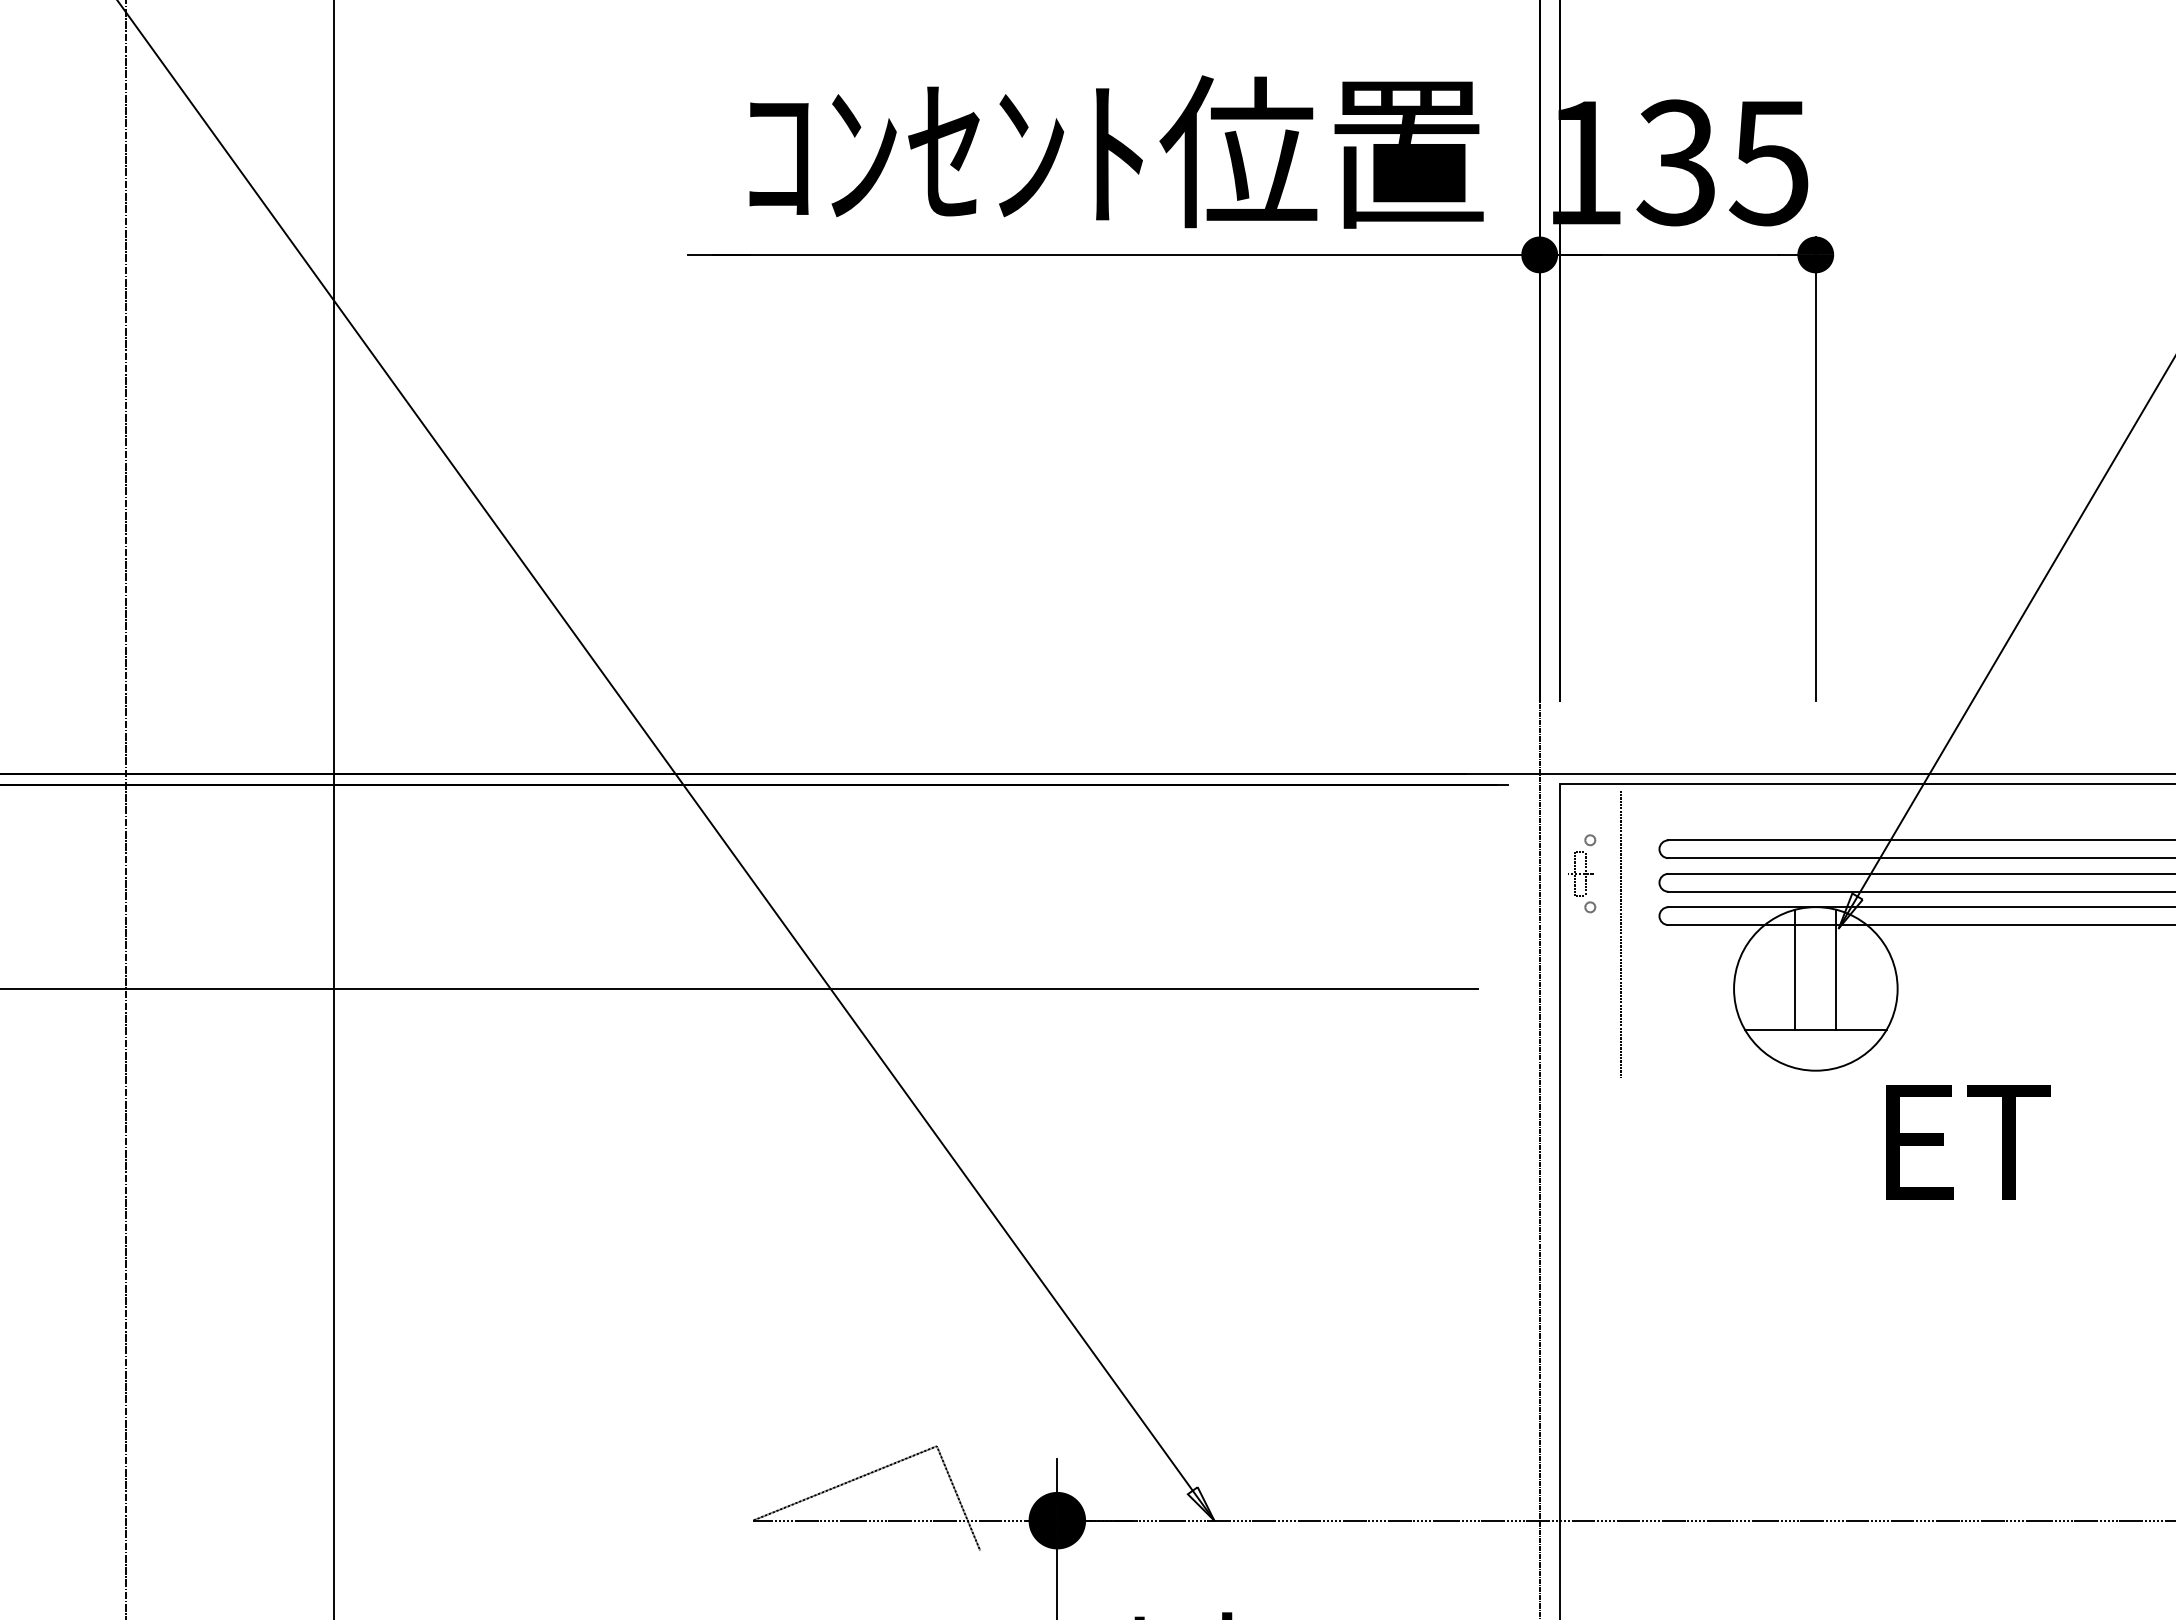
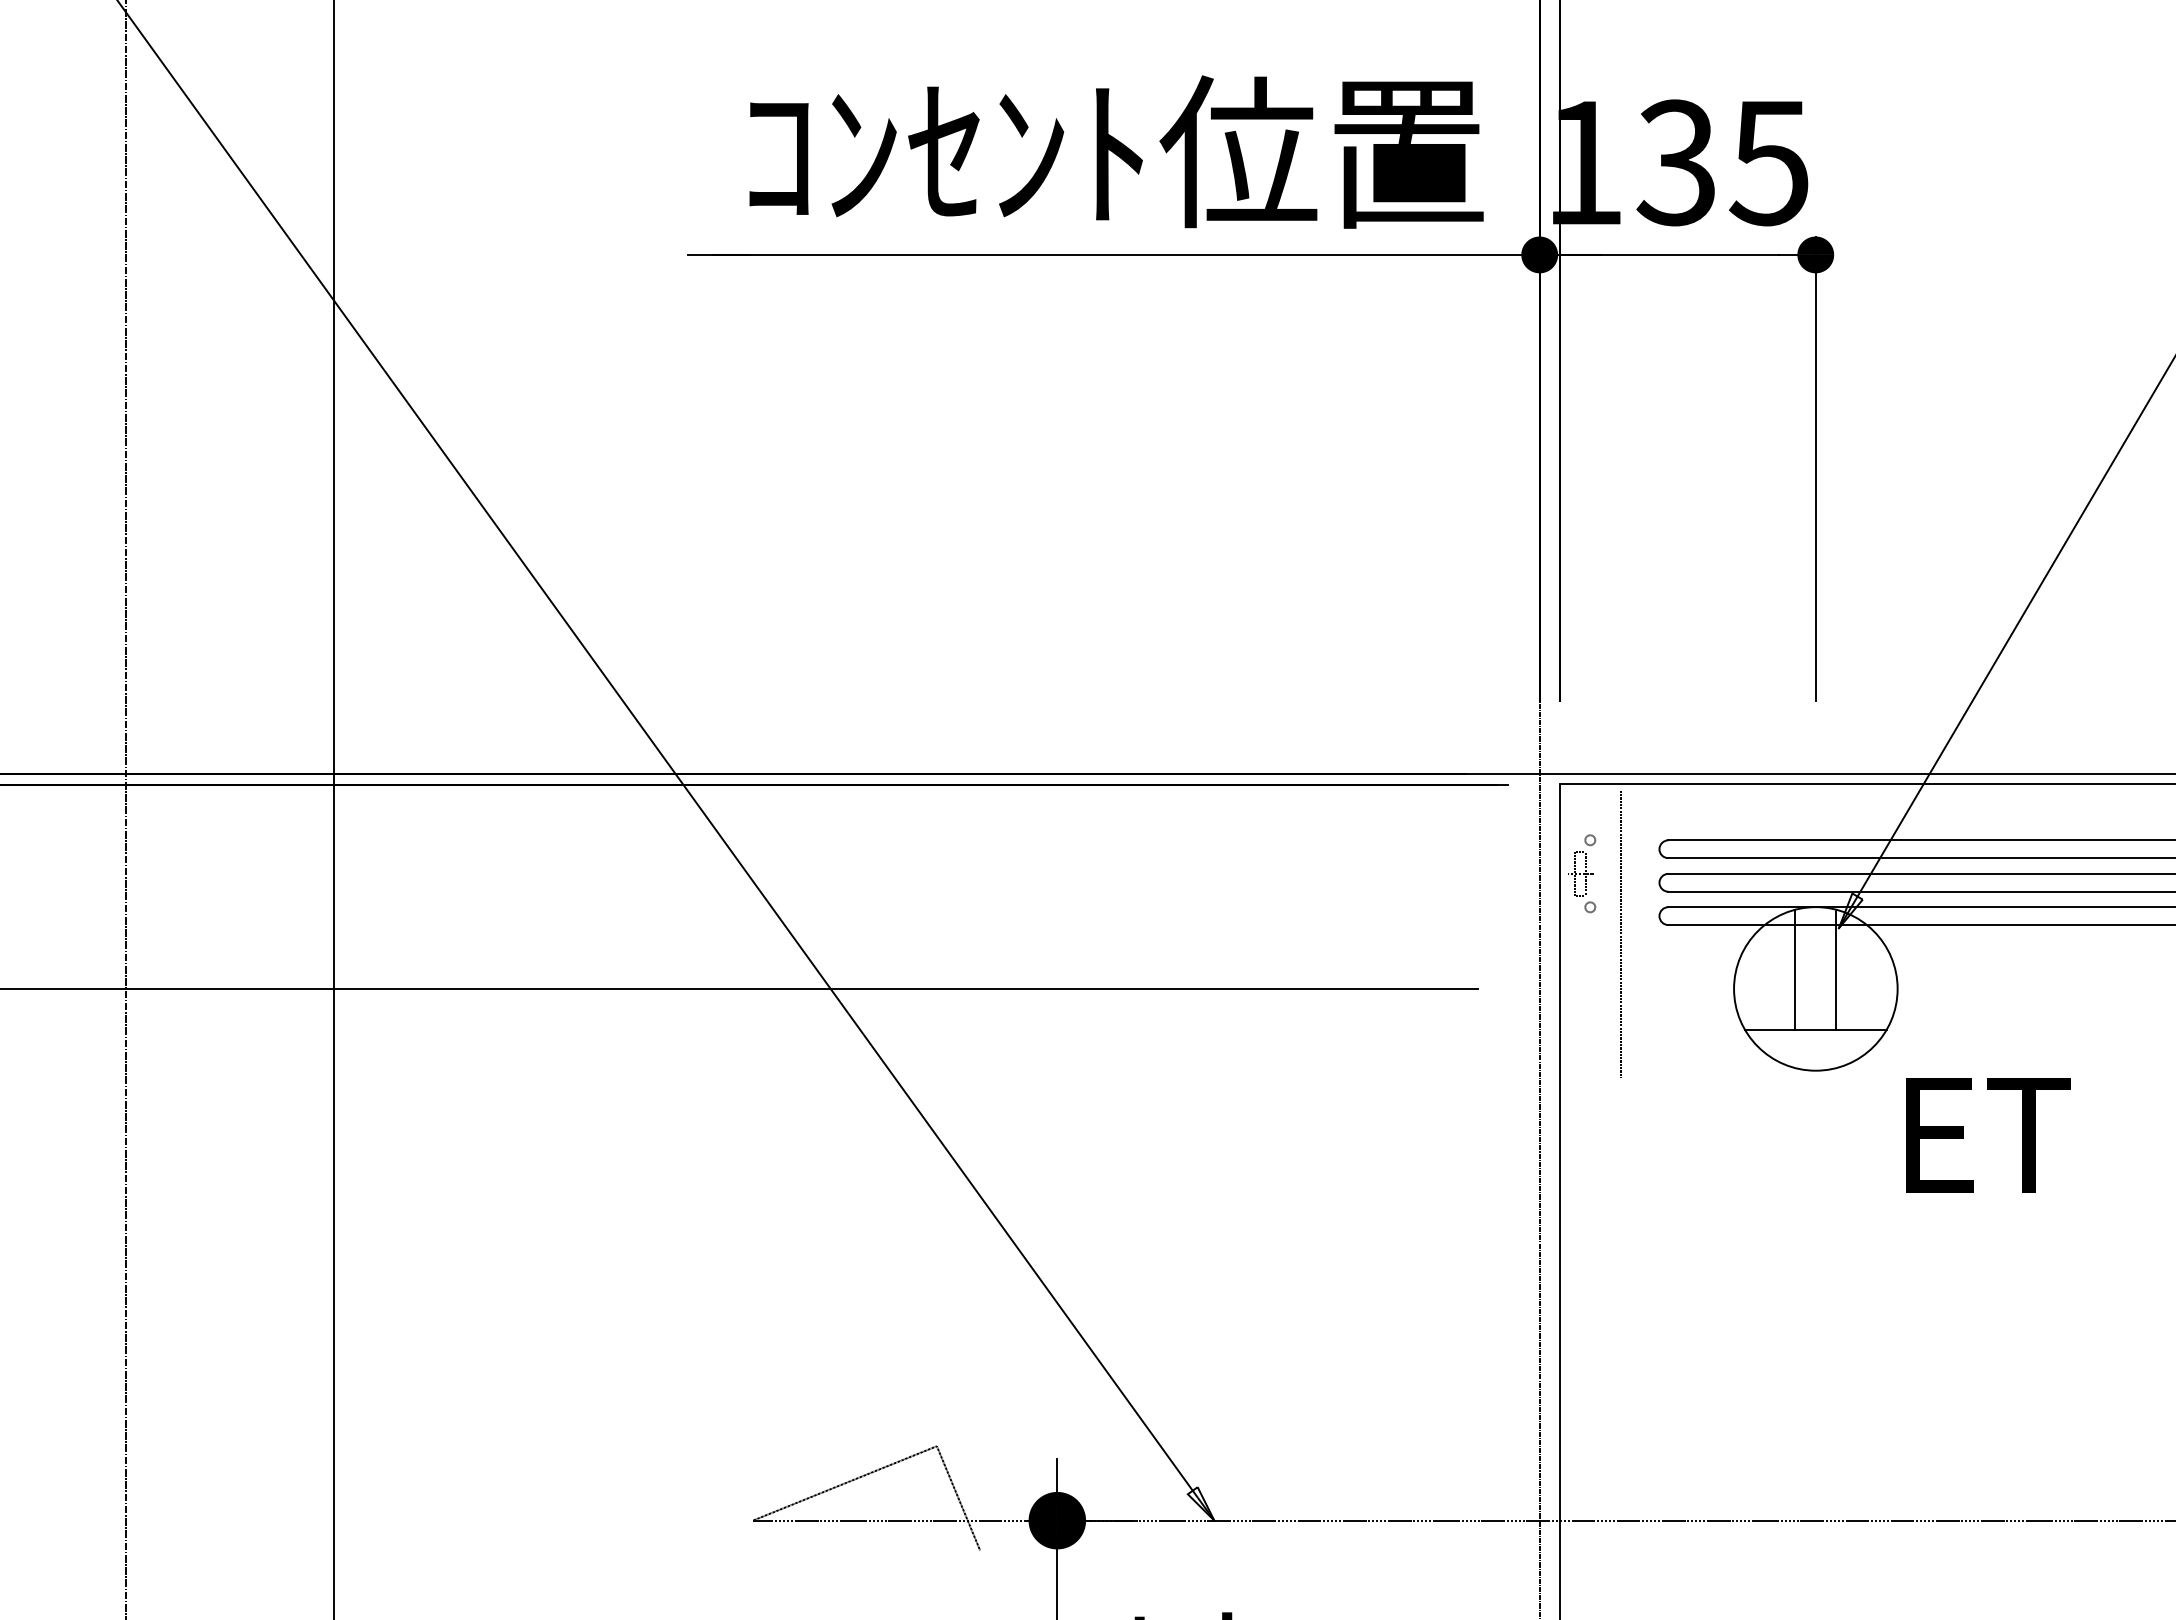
text at (1968, 1142) position: (1968, 1142) -> (1988, 1135)
